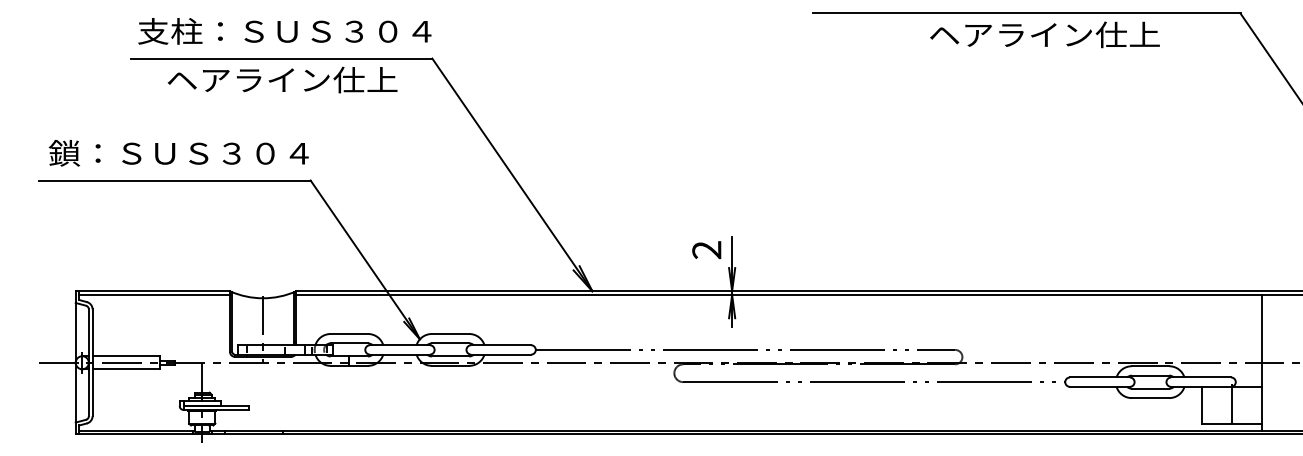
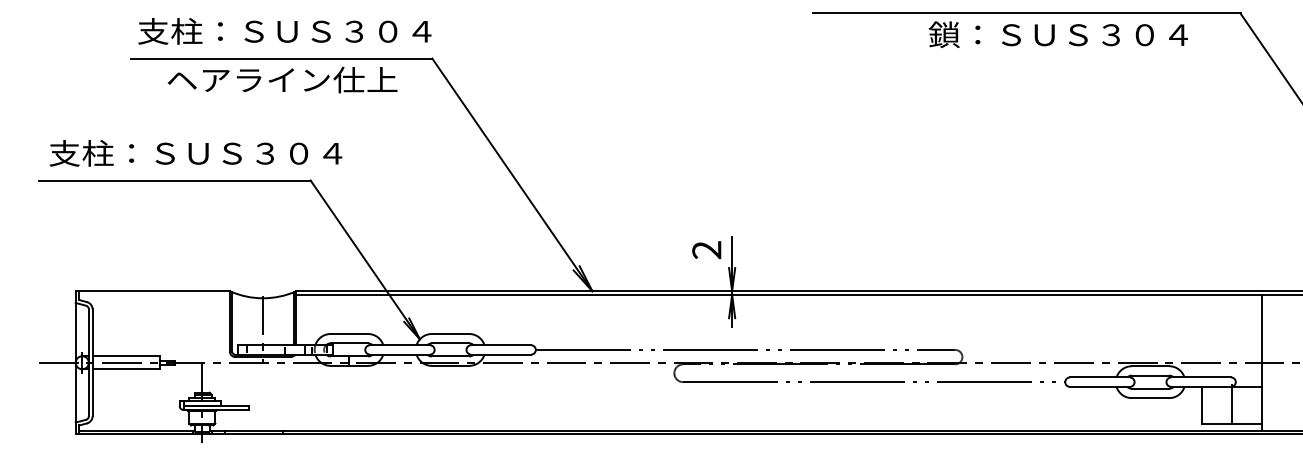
text at (1057, 34): ヘアライン仕上 -> 鎖：ＳＵＳ３０４
text at (195, 153): 鎖：ＳＵＳ３０４ -> 支柱：ＳＵＳ３０４
line at (154, 295): present -> none
